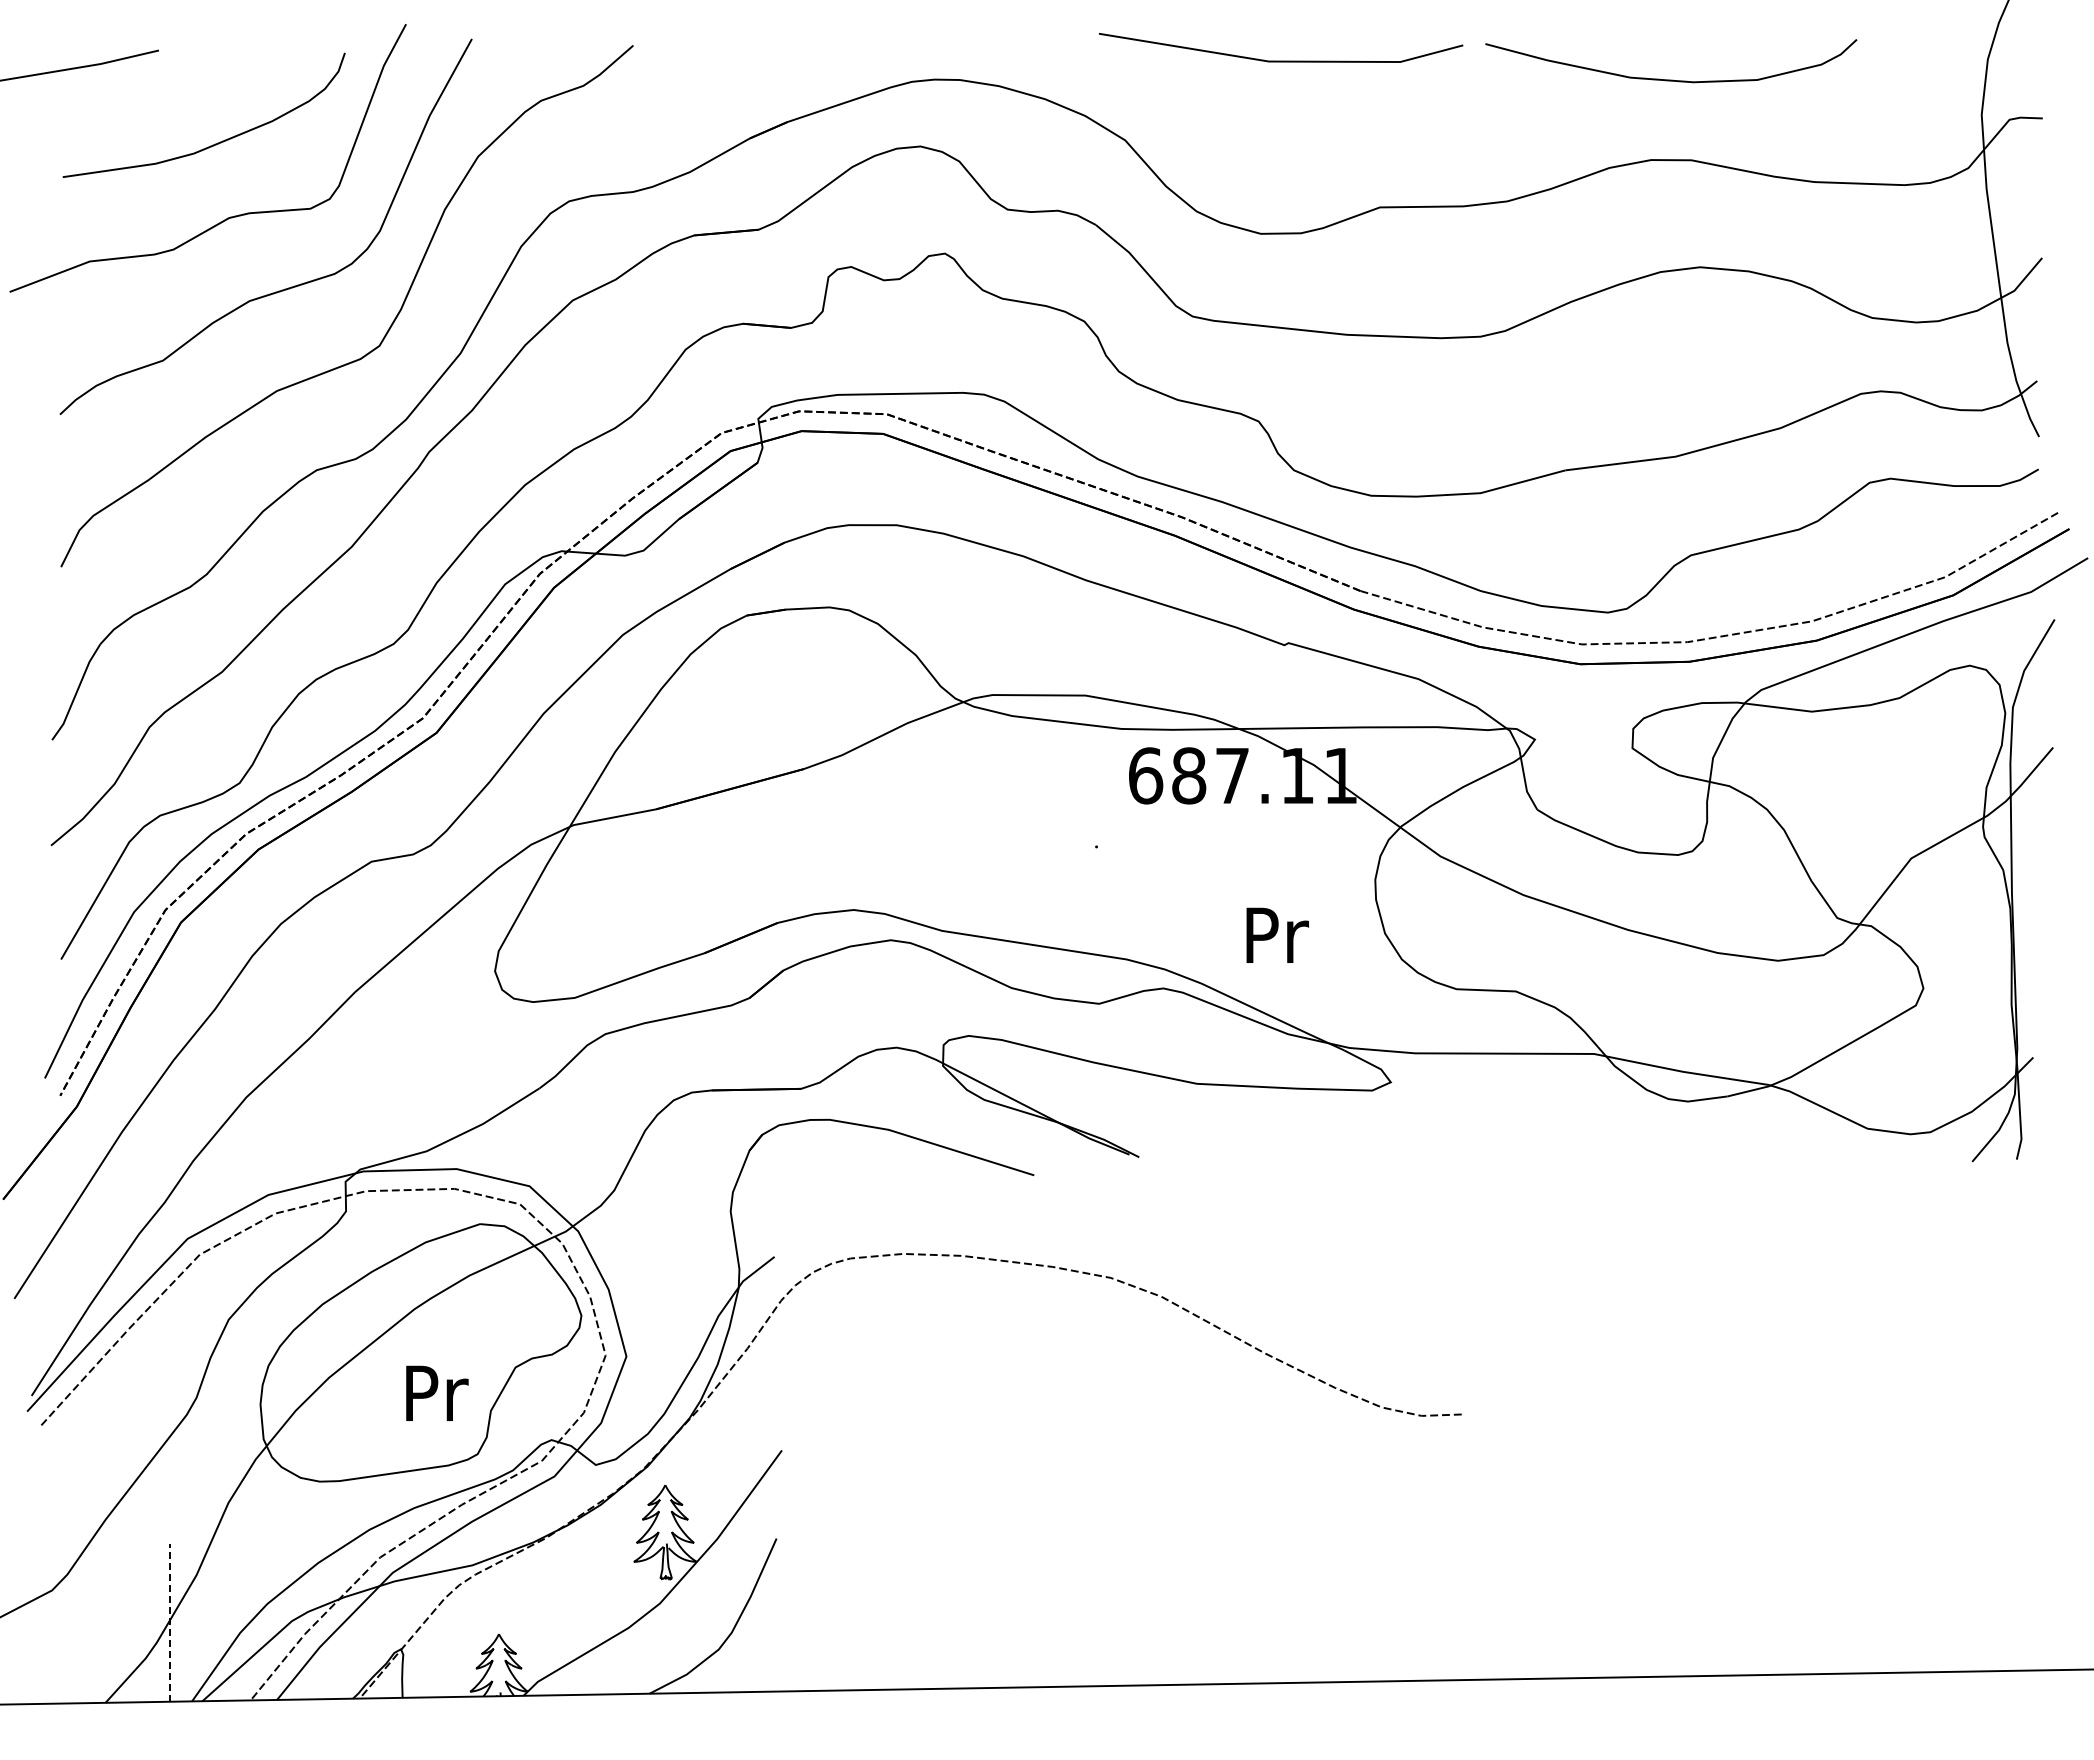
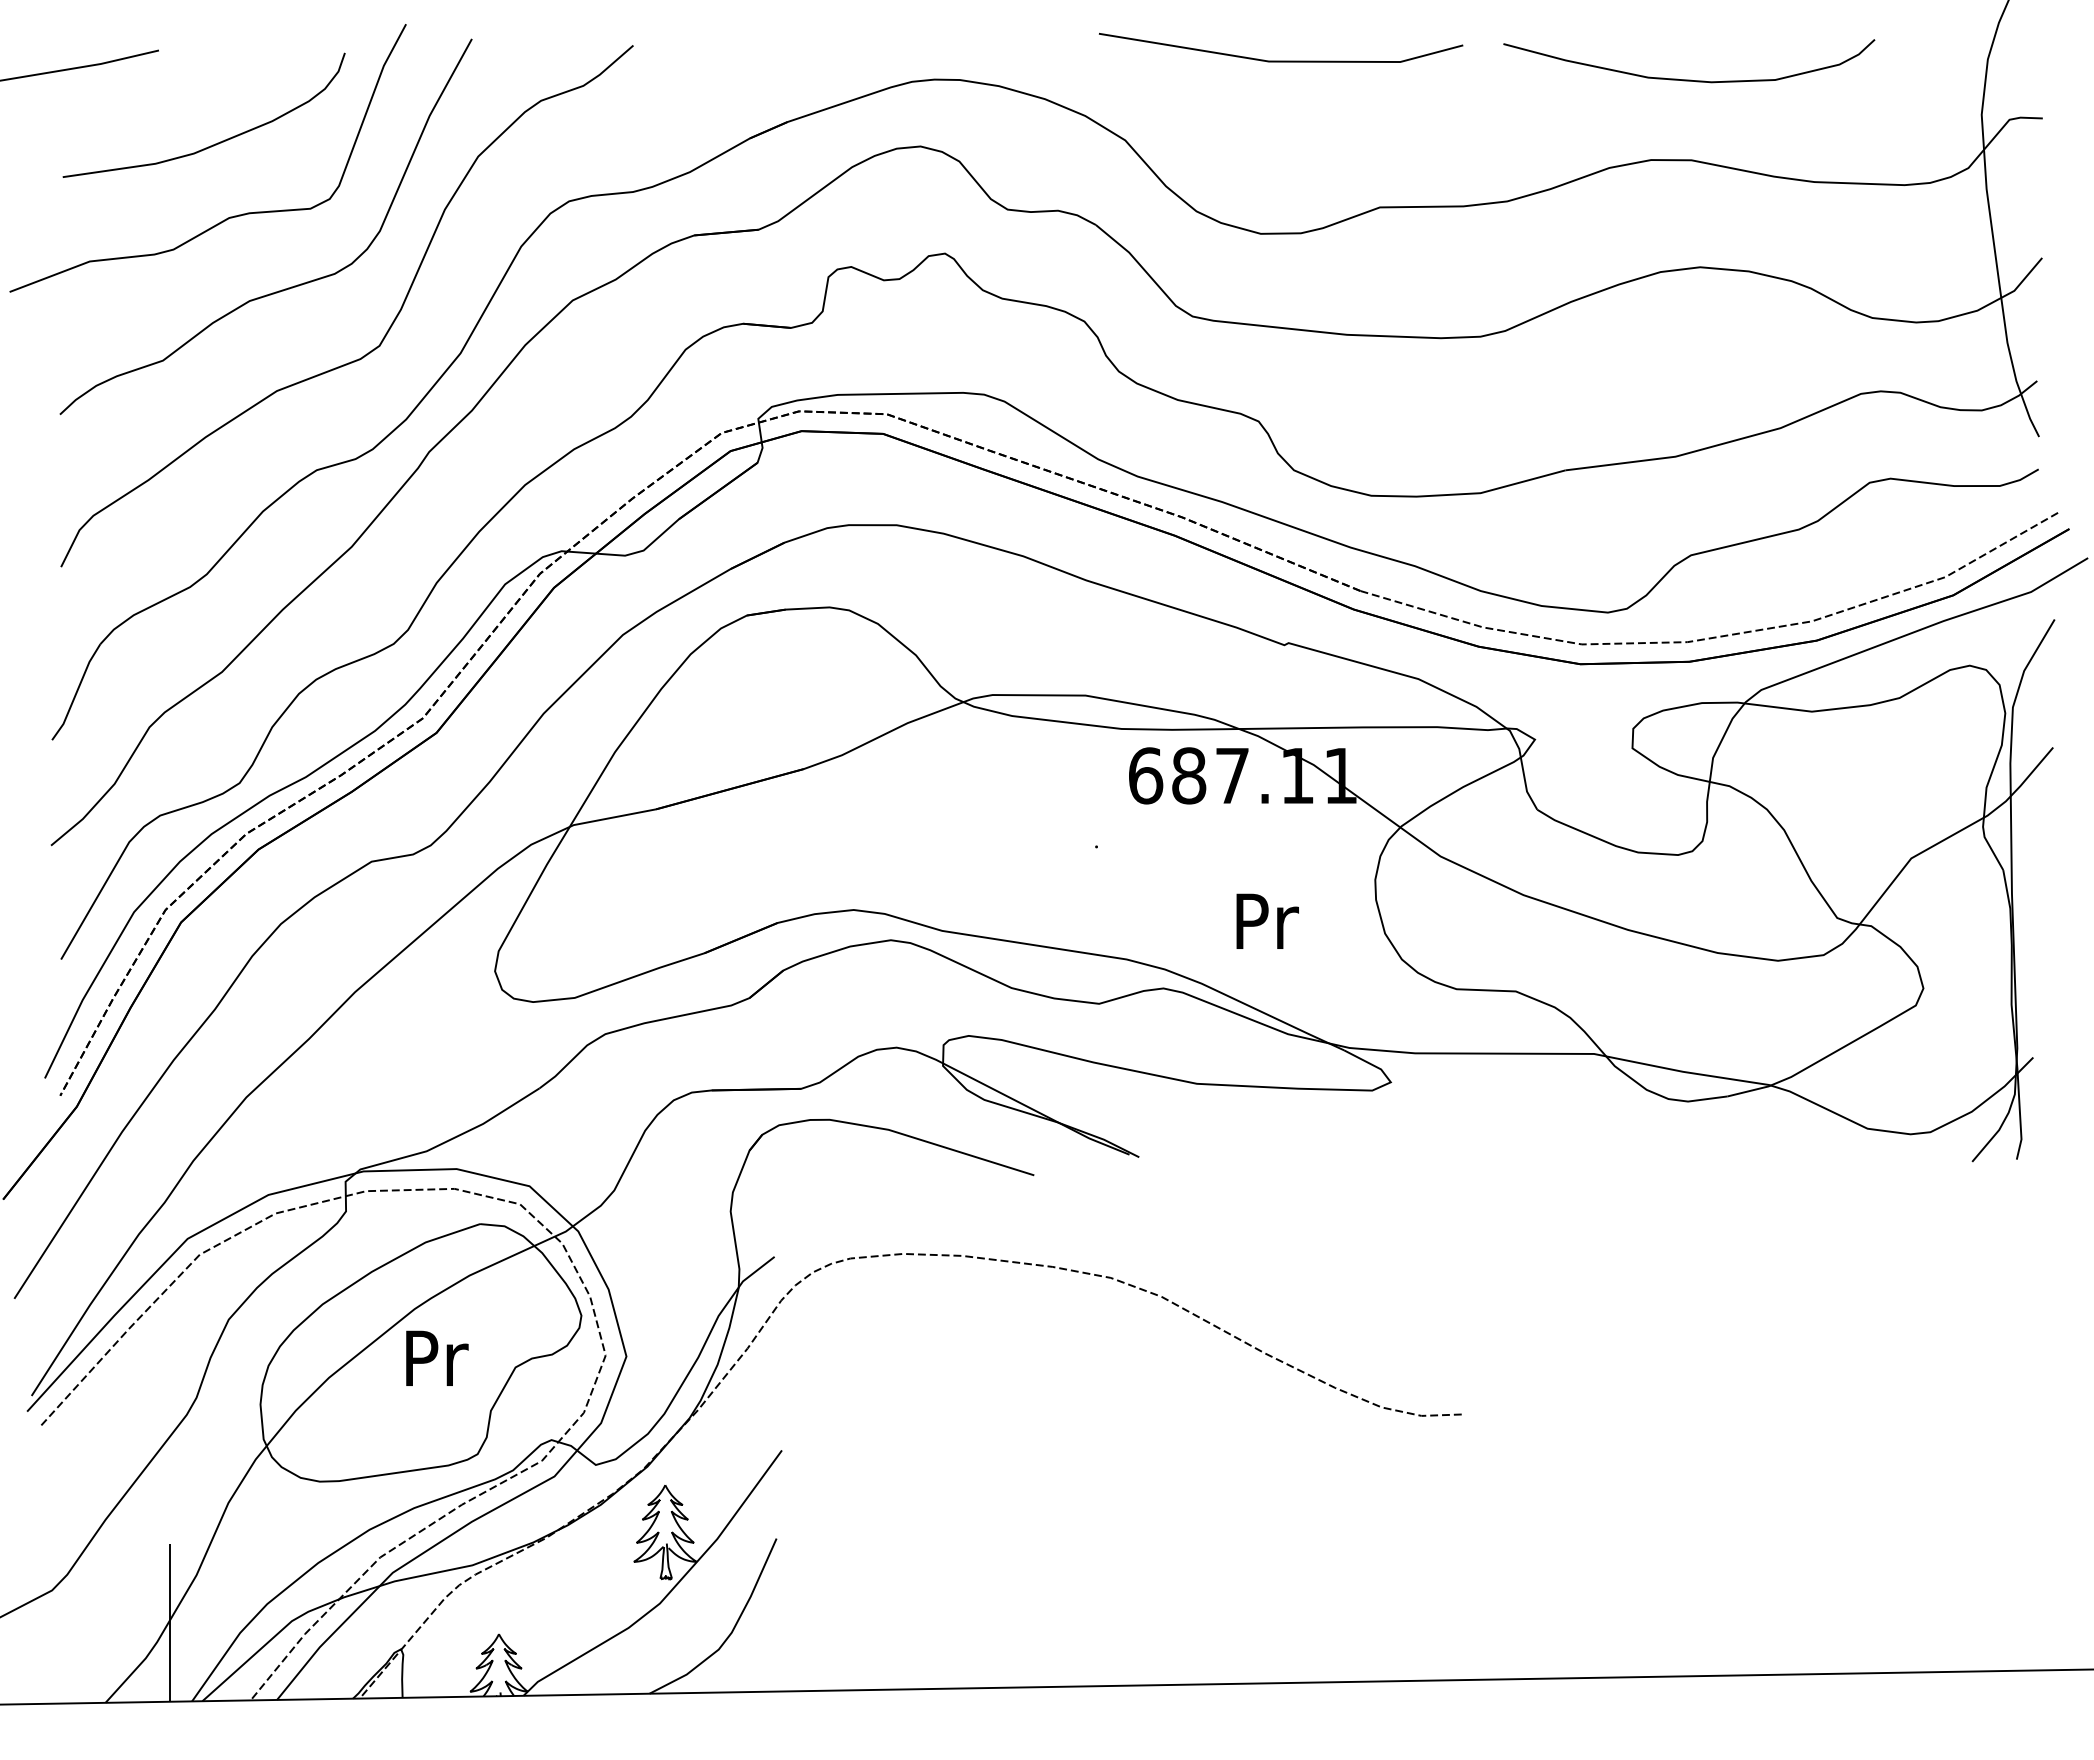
curve at (1671, 79) position: (1671, 79) -> (1689, 79)
text at (1277, 934) position: (1277, 934) -> (1267, 920)
text at (437, 1392) position: (437, 1392) -> (437, 1357)
line at (169, 1622): dashed -> solid
